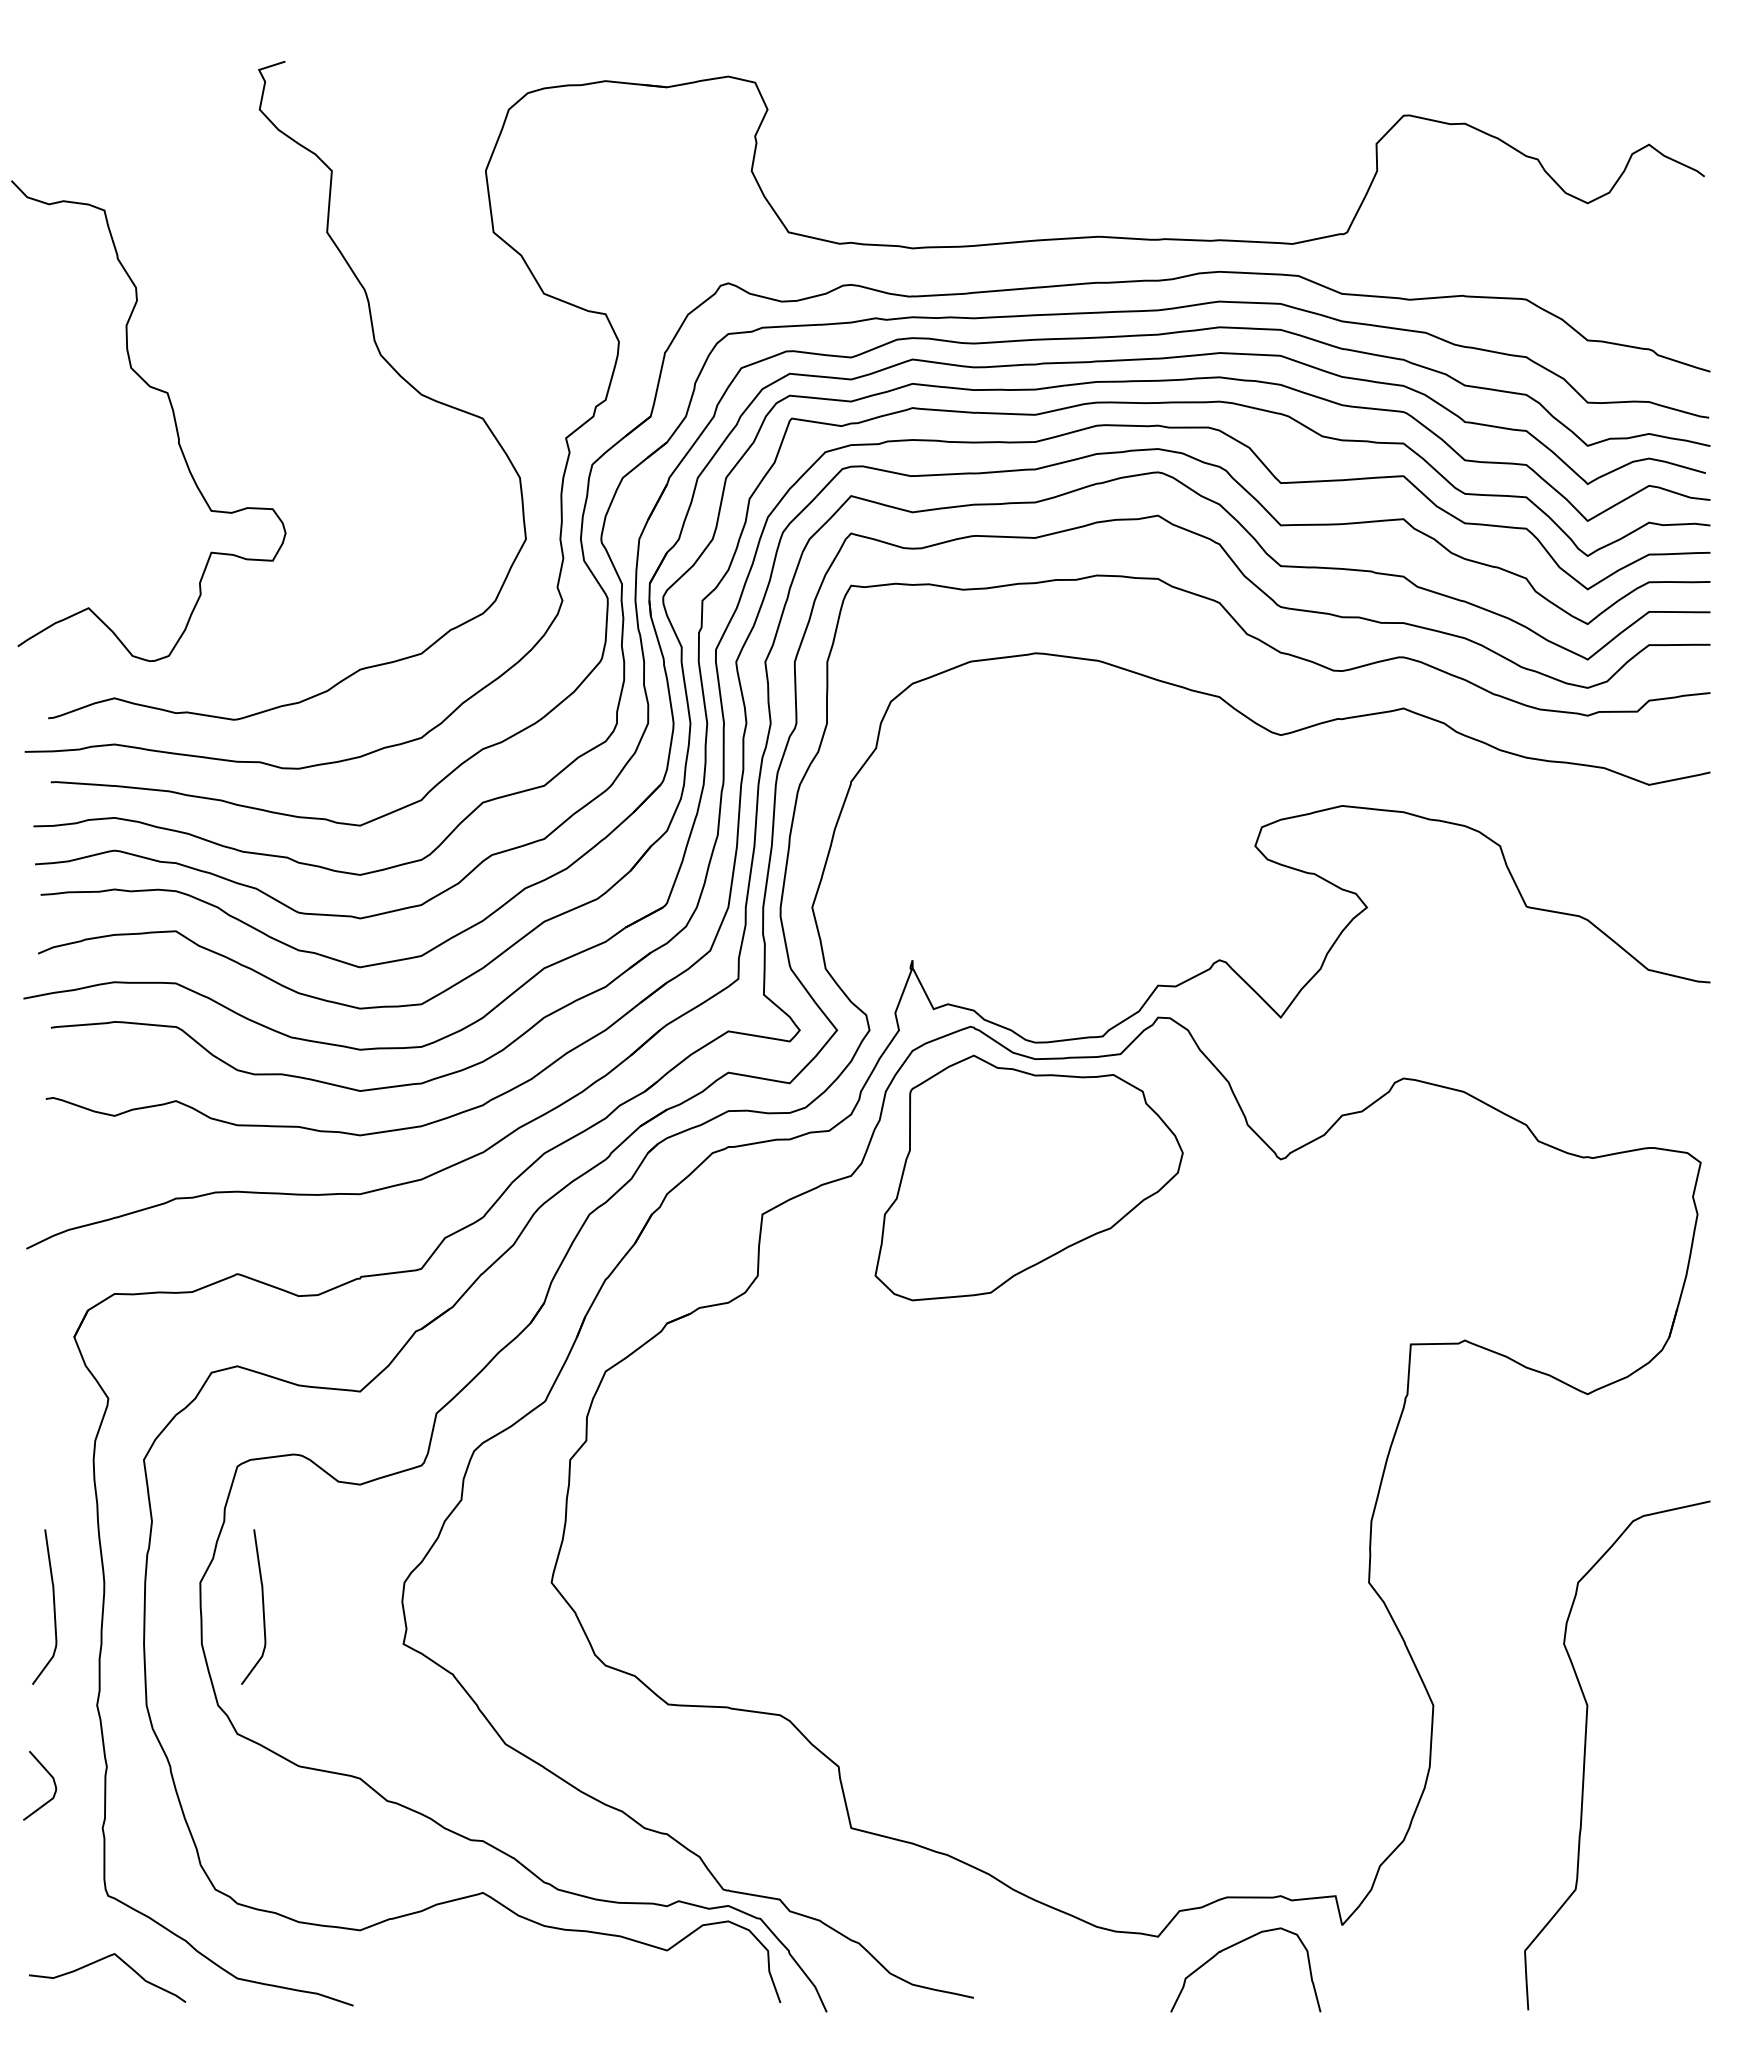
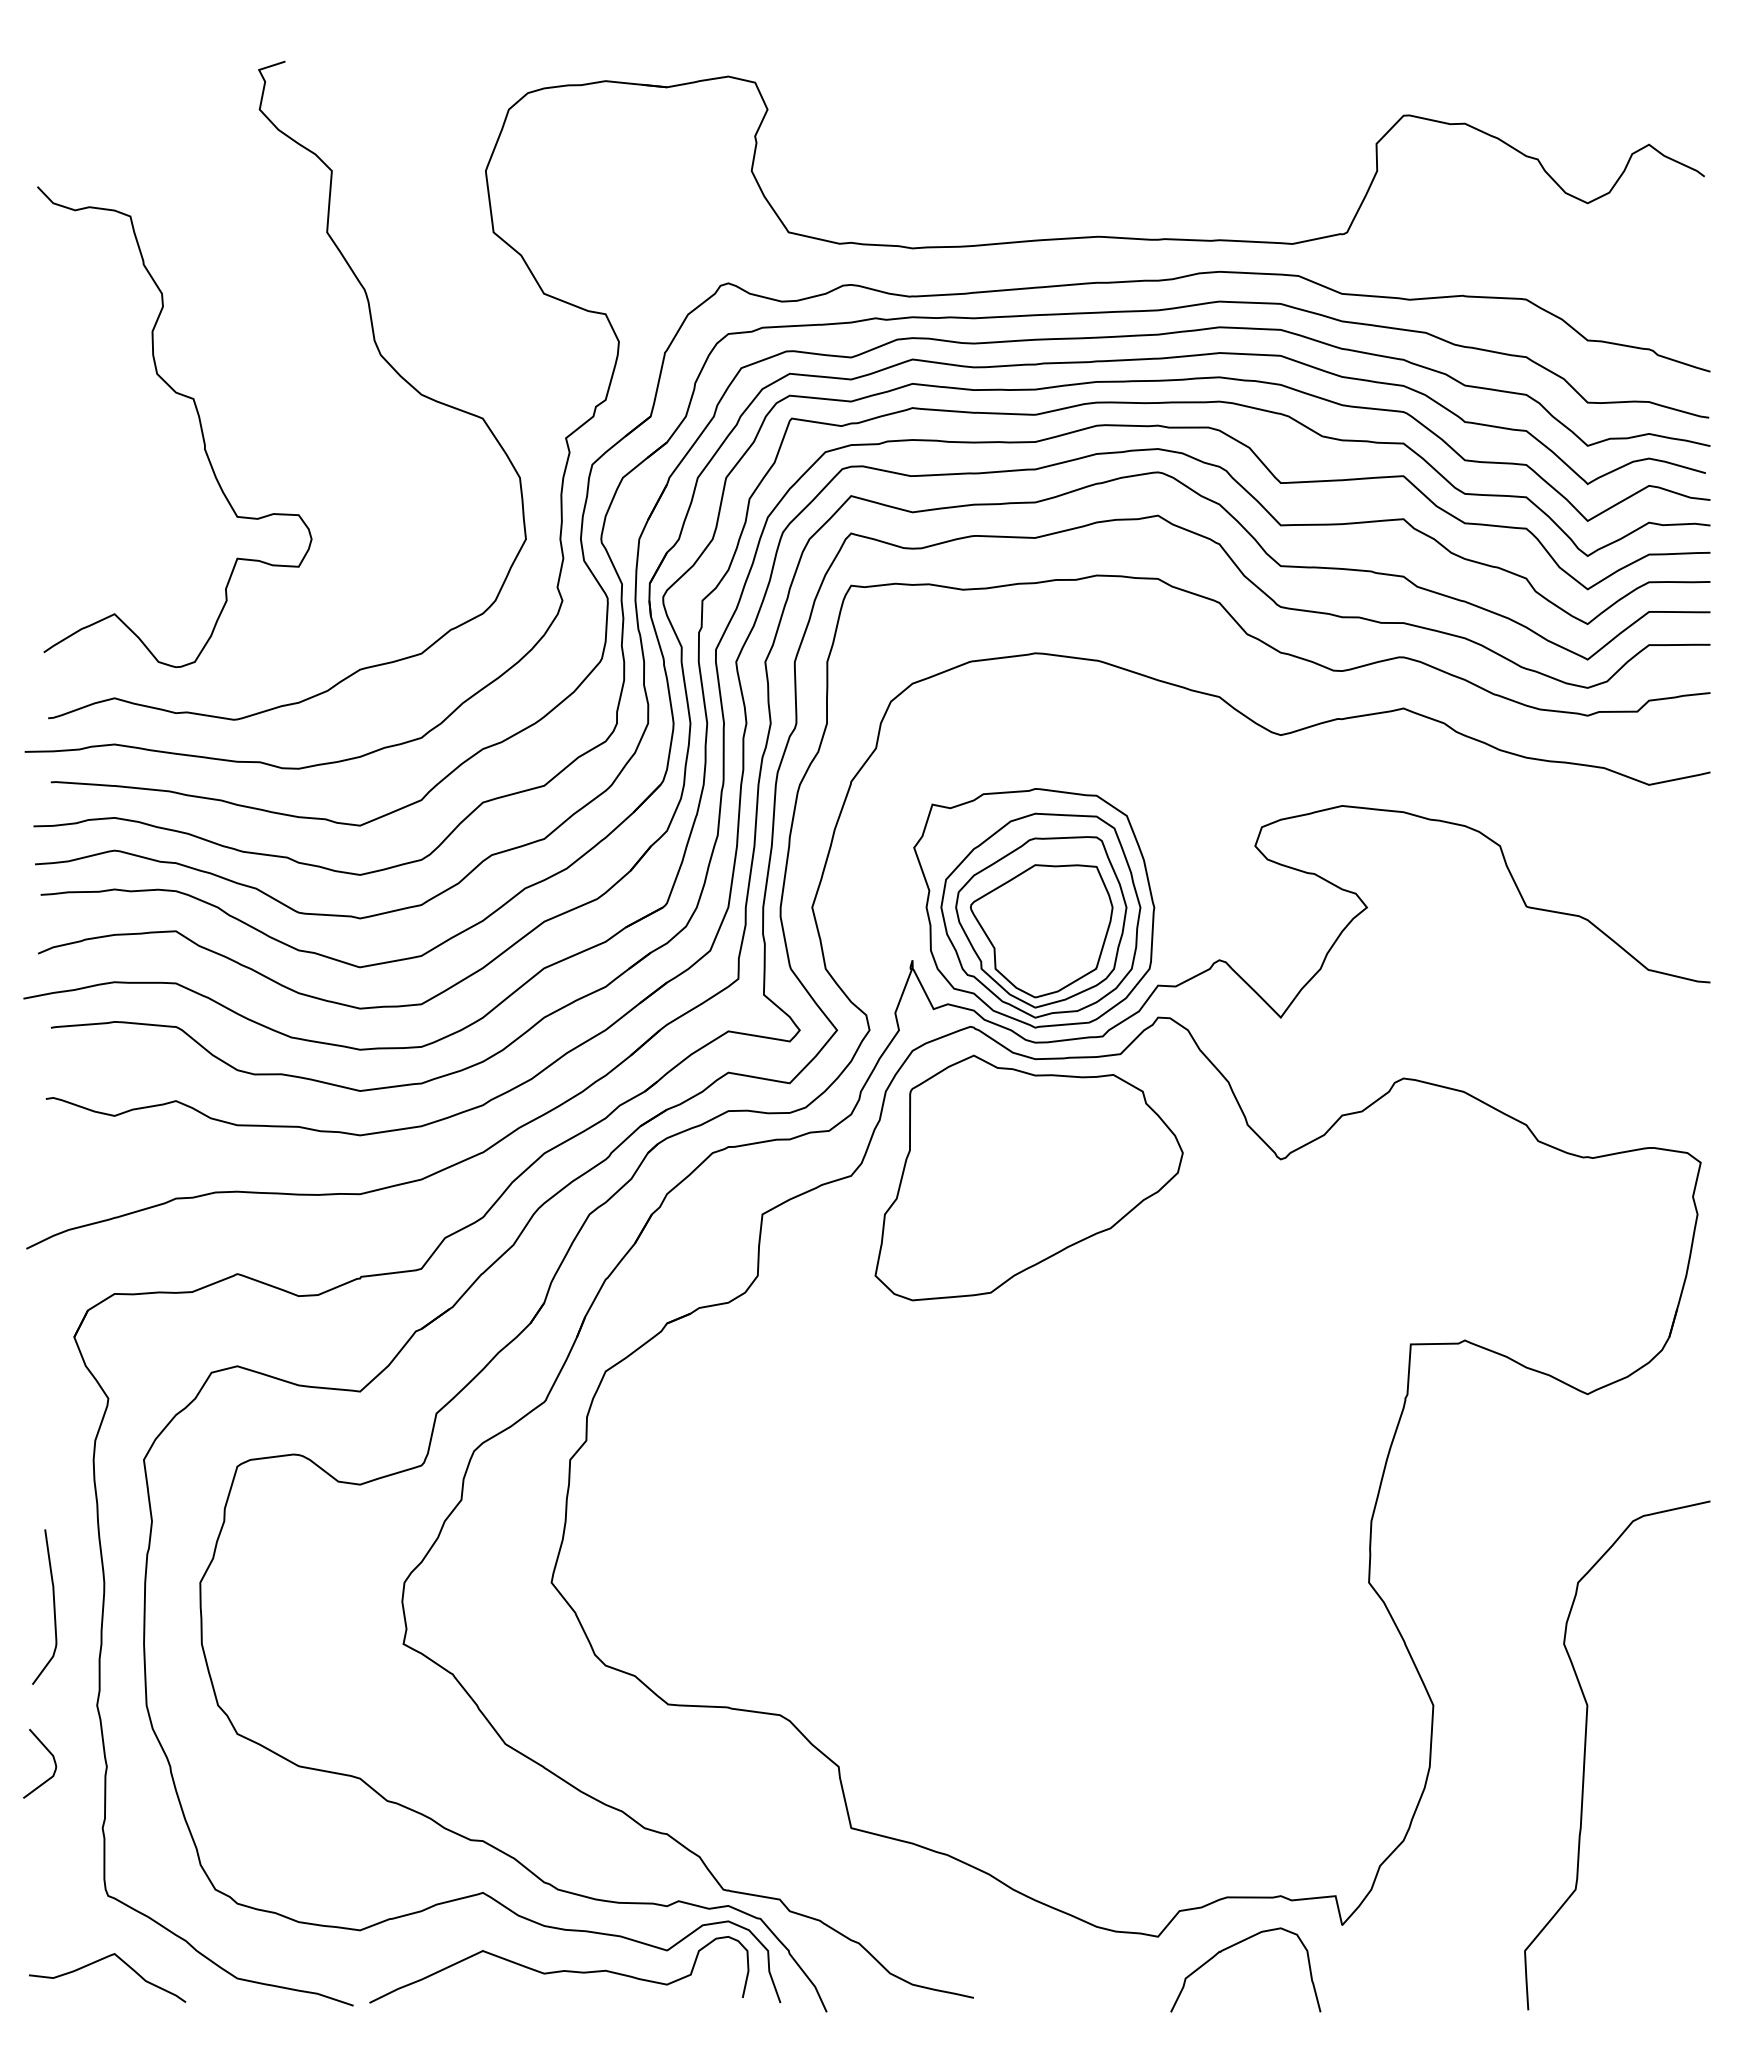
curve at (173, 418) position: (173, 418) -> (199, 424)
part at (1034, 908): none -> present
curve at (262, 1606): present -> none
curve at (53, 1782) position: (53, 1782) -> (53, 1760)
curve at (559, 1970): none -> present
